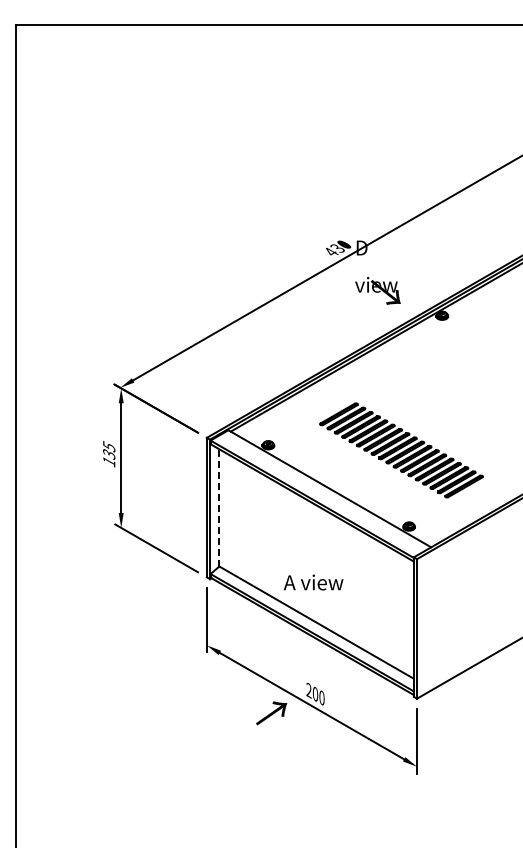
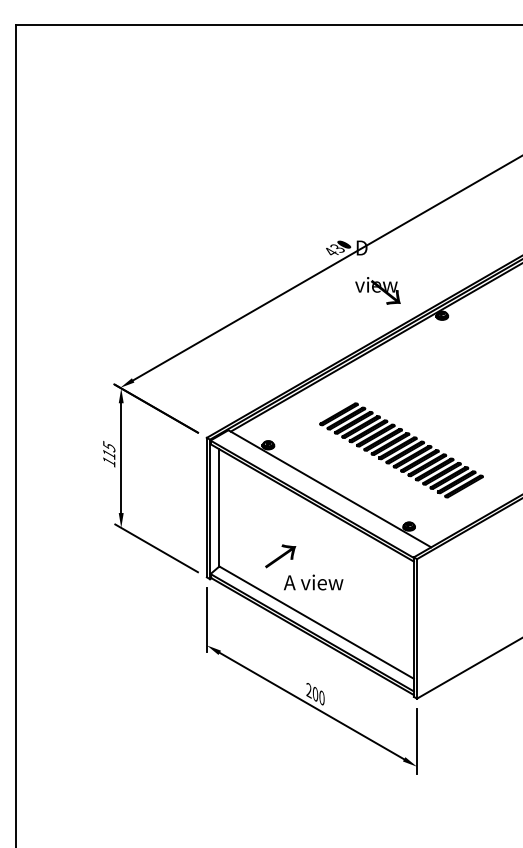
text at (109, 454): 135 -> 115
line at (219, 507): dashed -> solid
text at (271, 713) position: (271, 713) -> (280, 556)
